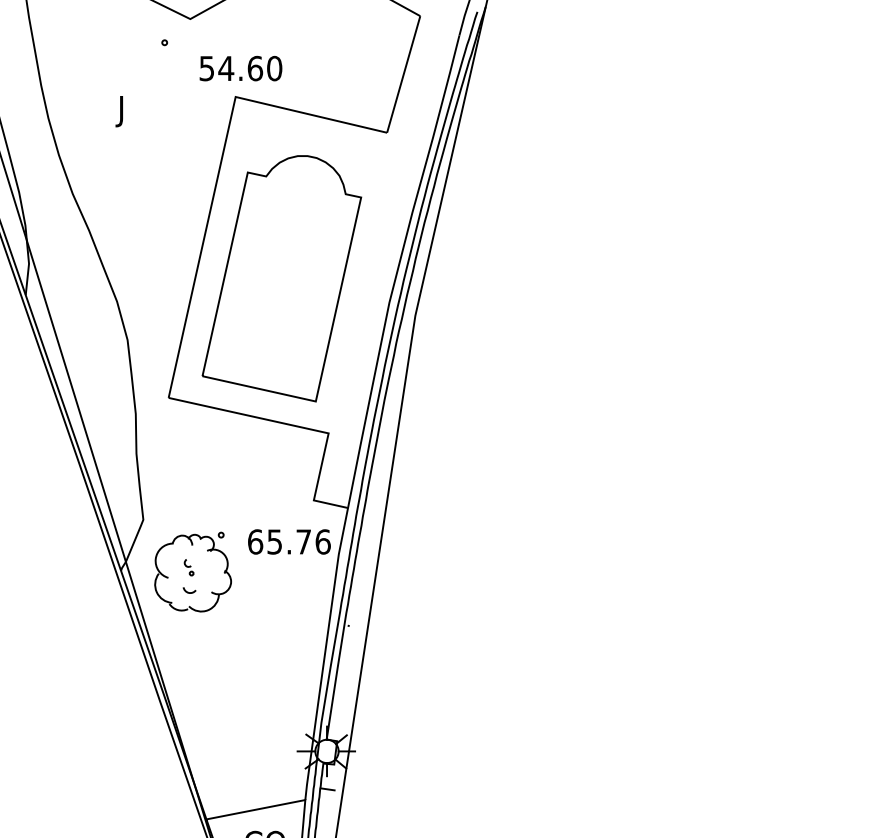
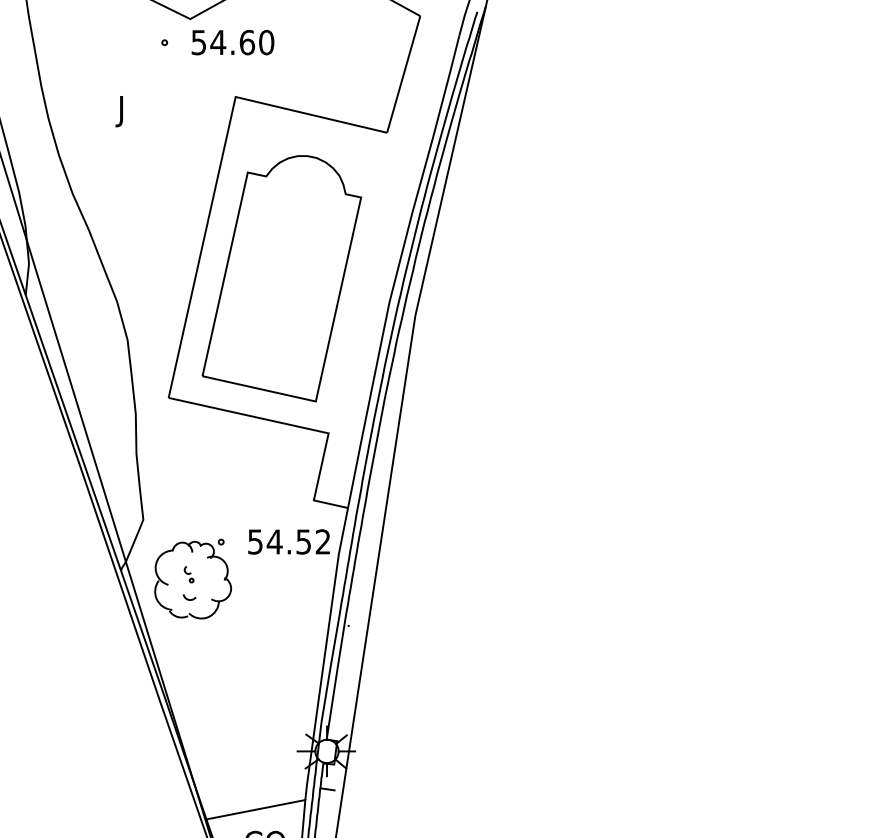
text at (240, 68) position: (240, 68) -> (232, 42)
text at (289, 541): 65.76 -> 54.52
part at (192, 571) position: (192, 571) -> (192, 578)
